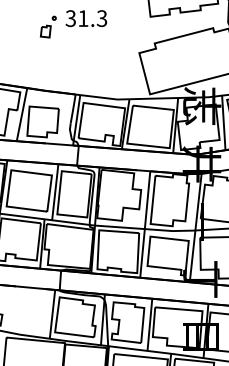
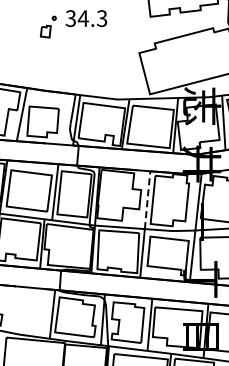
text at (82, 18): 31.3 -> 34.3
line at (147, 199): solid -> dashed
